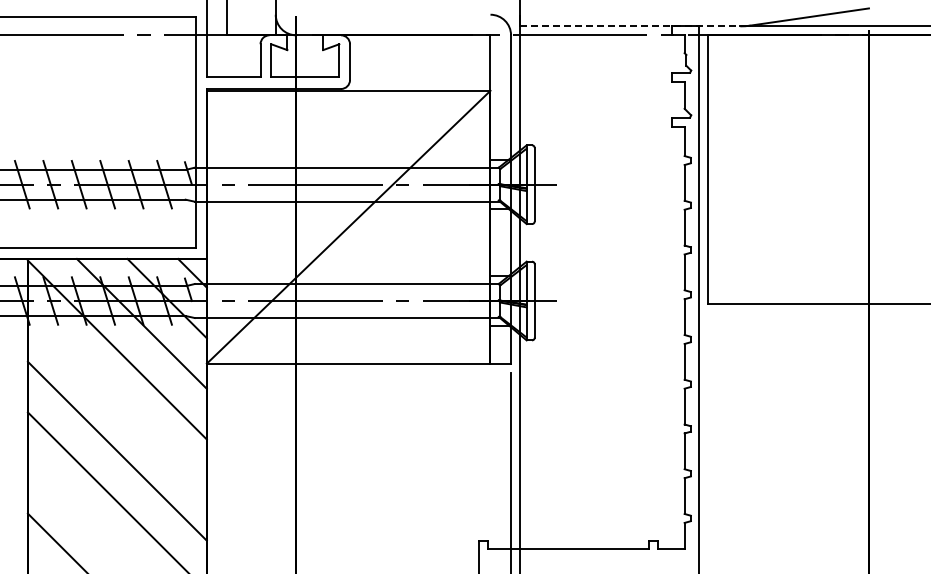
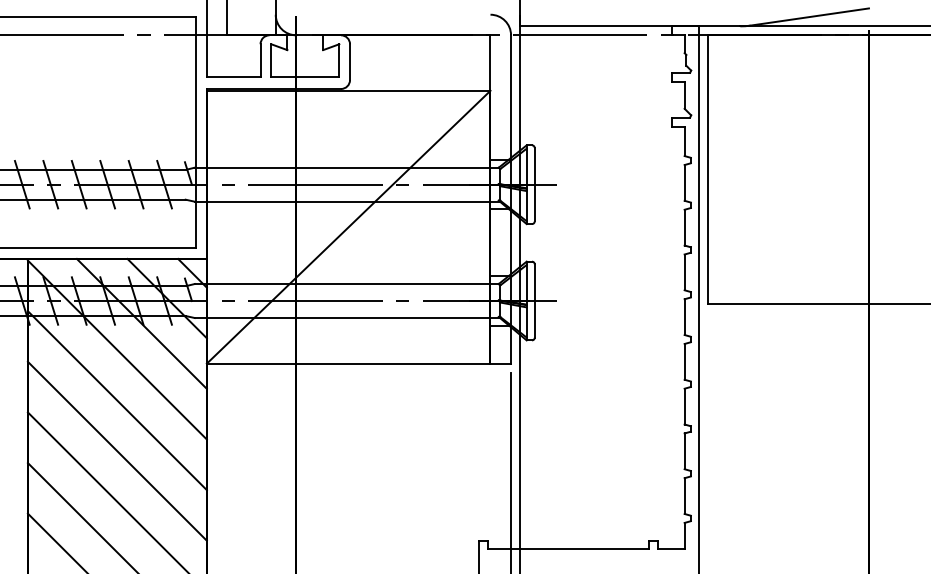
line at (630, 26): dashed -> solid
line at (116, 400): none -> present
line at (81, 516): none -> present
